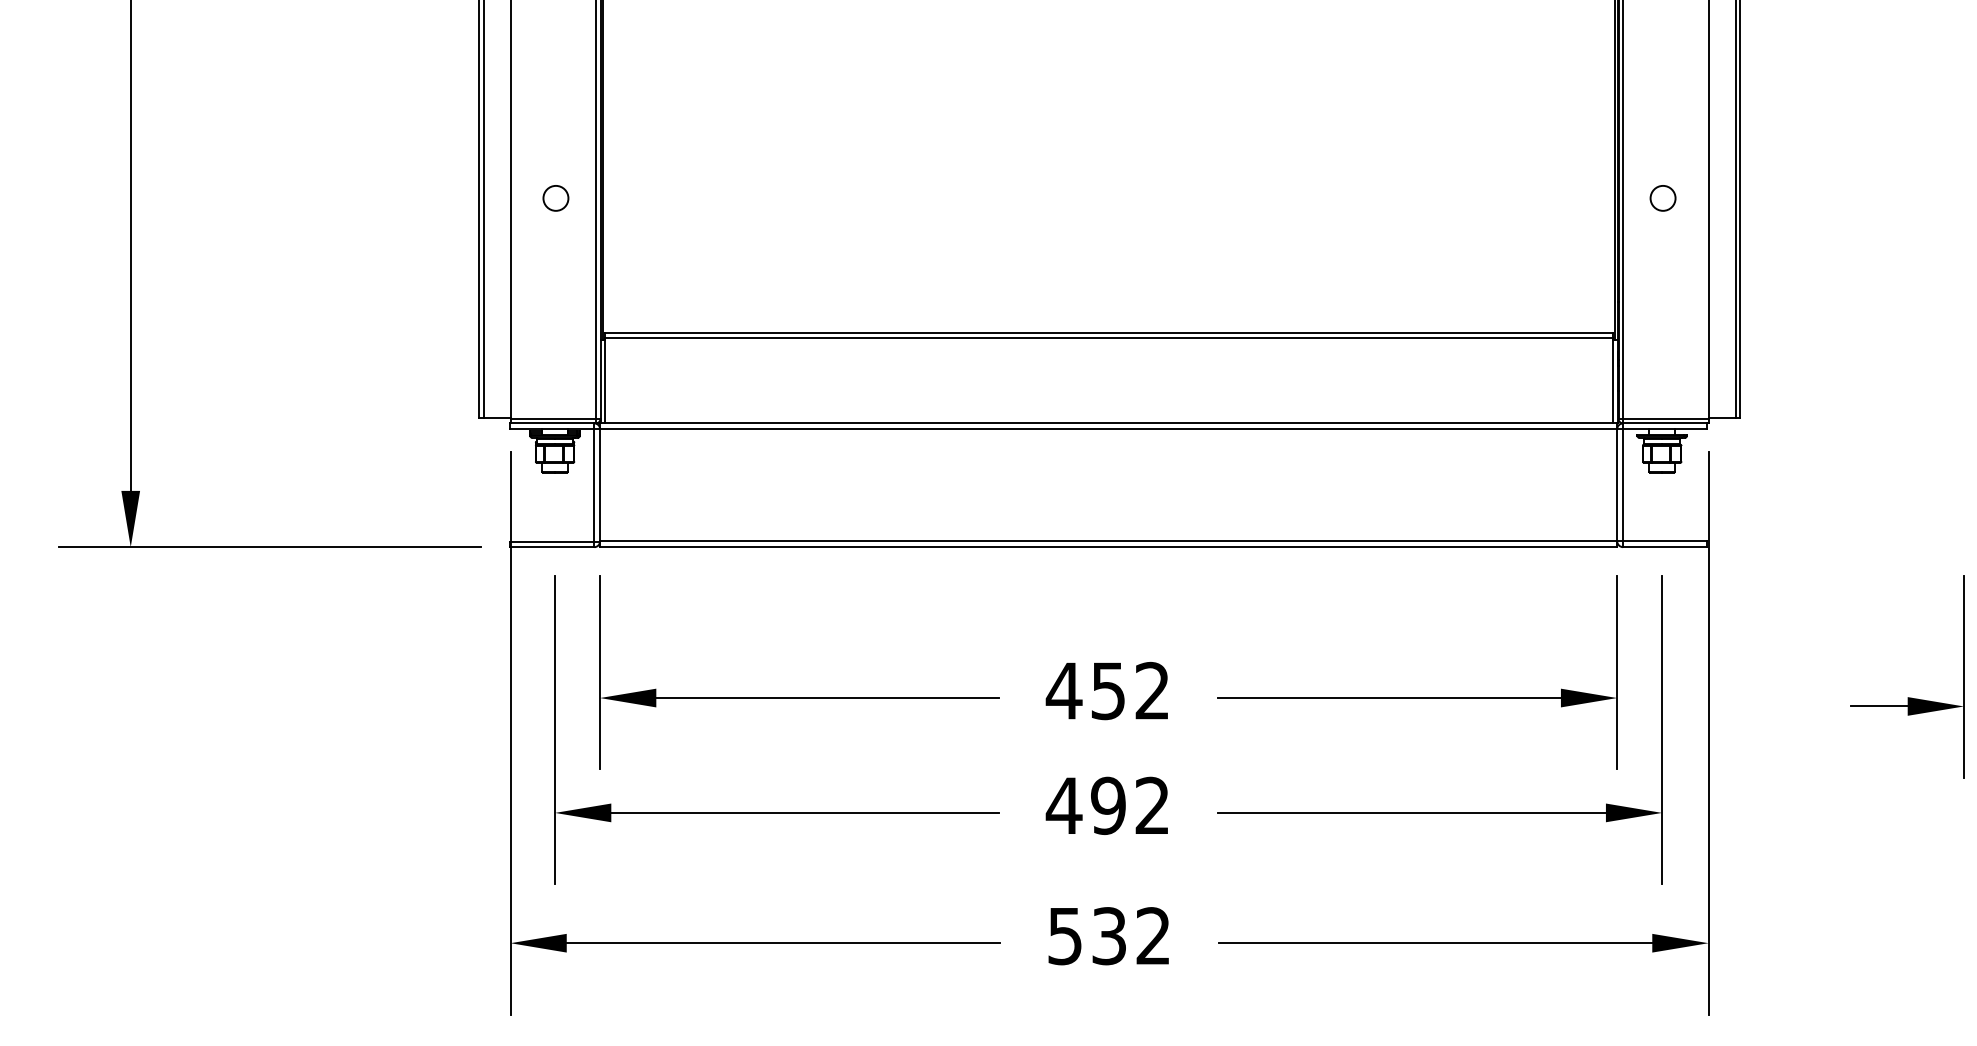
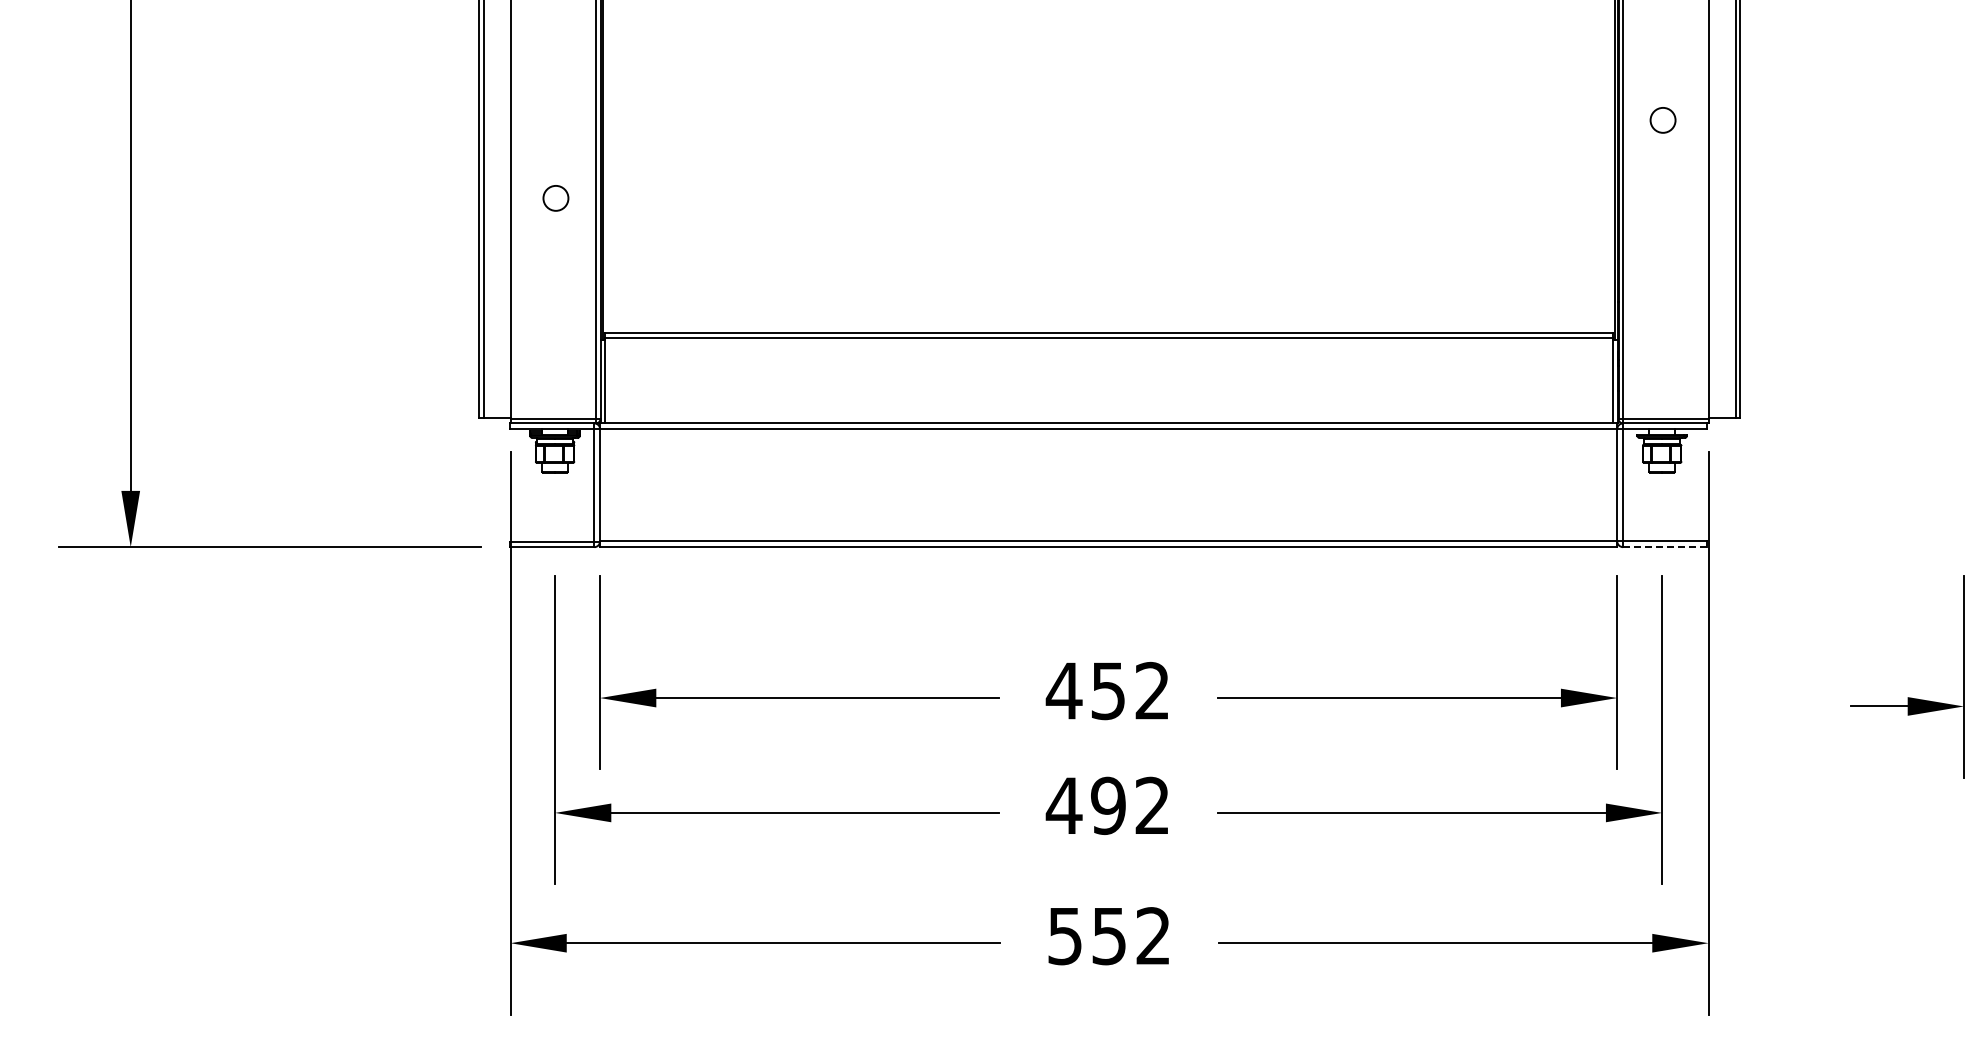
circle at (1662, 198) position: (1662, 198) -> (1662, 120)
line at (1665, 547): solid -> dashed
text at (1109, 935): 532 -> 552
